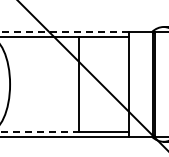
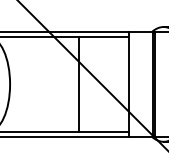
line at (64, 32): dashed -> solid
line at (40, 131): dashed -> solid
